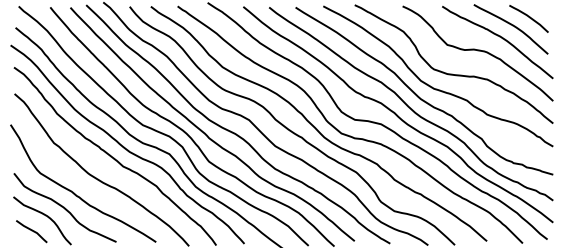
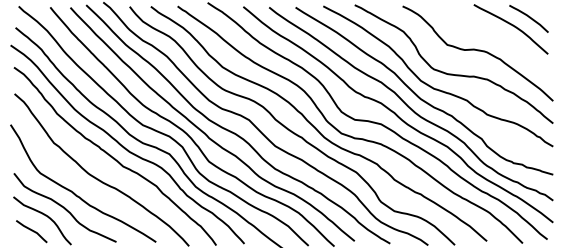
curve at (499, 37): present -> none
